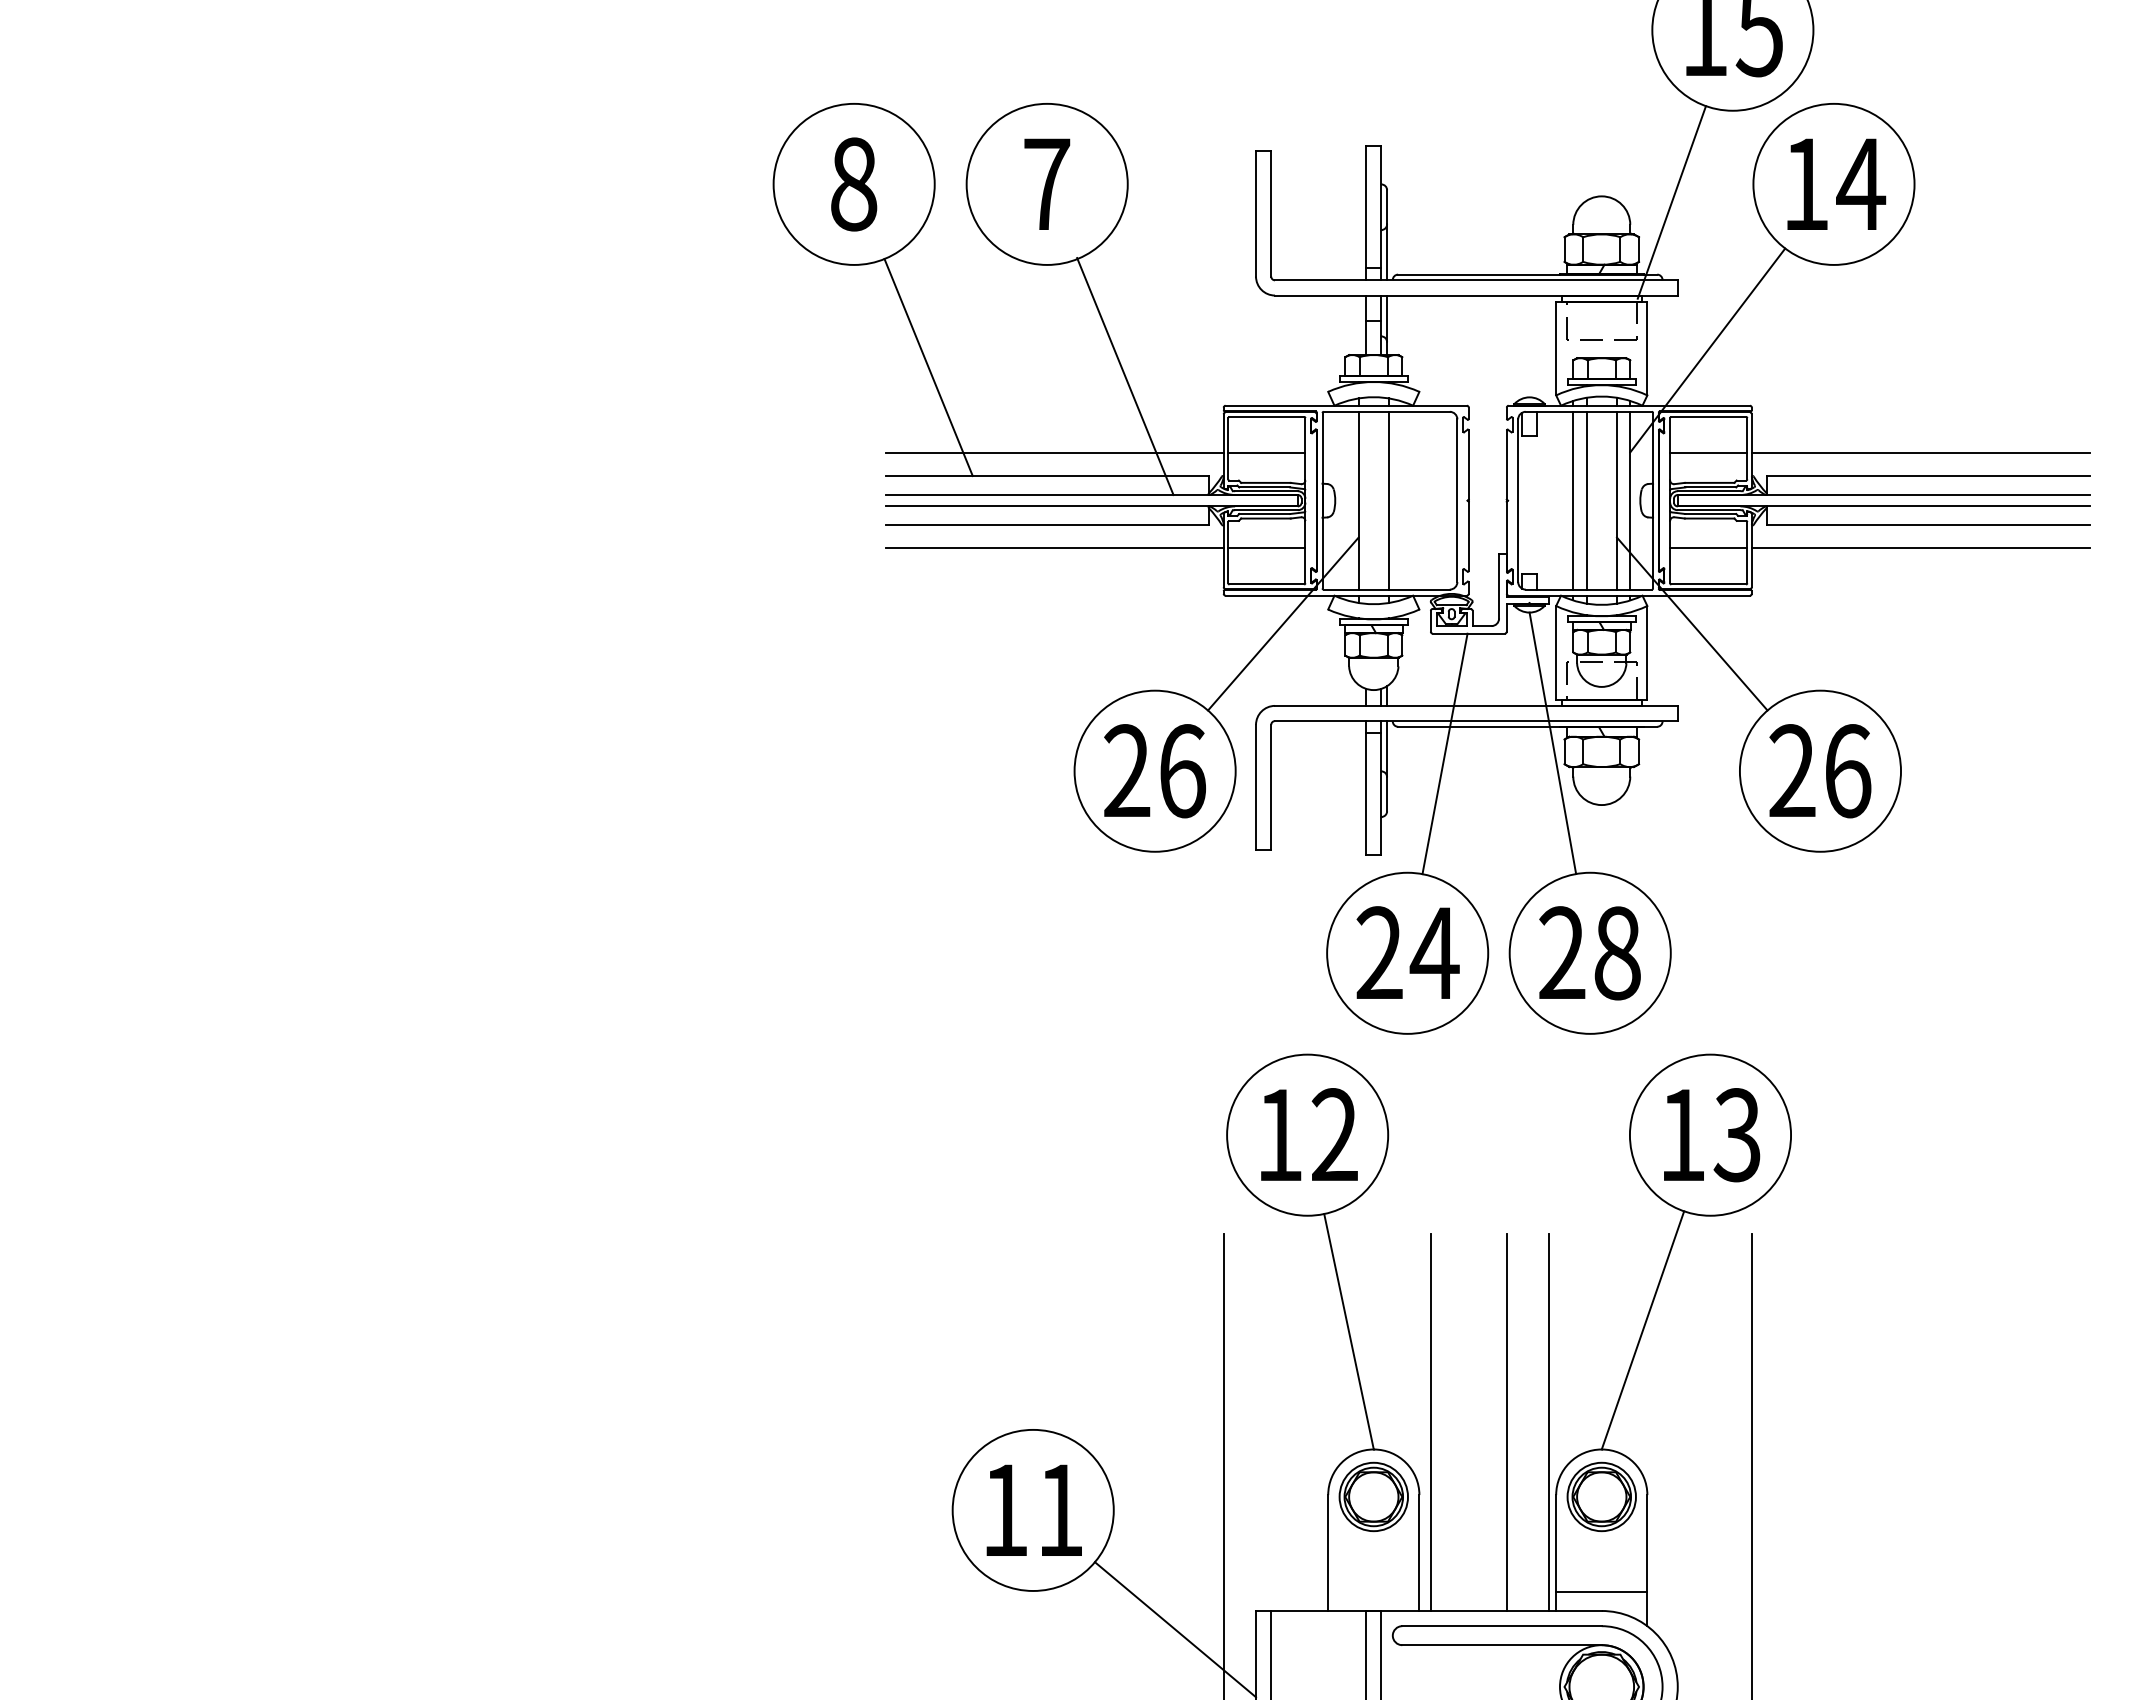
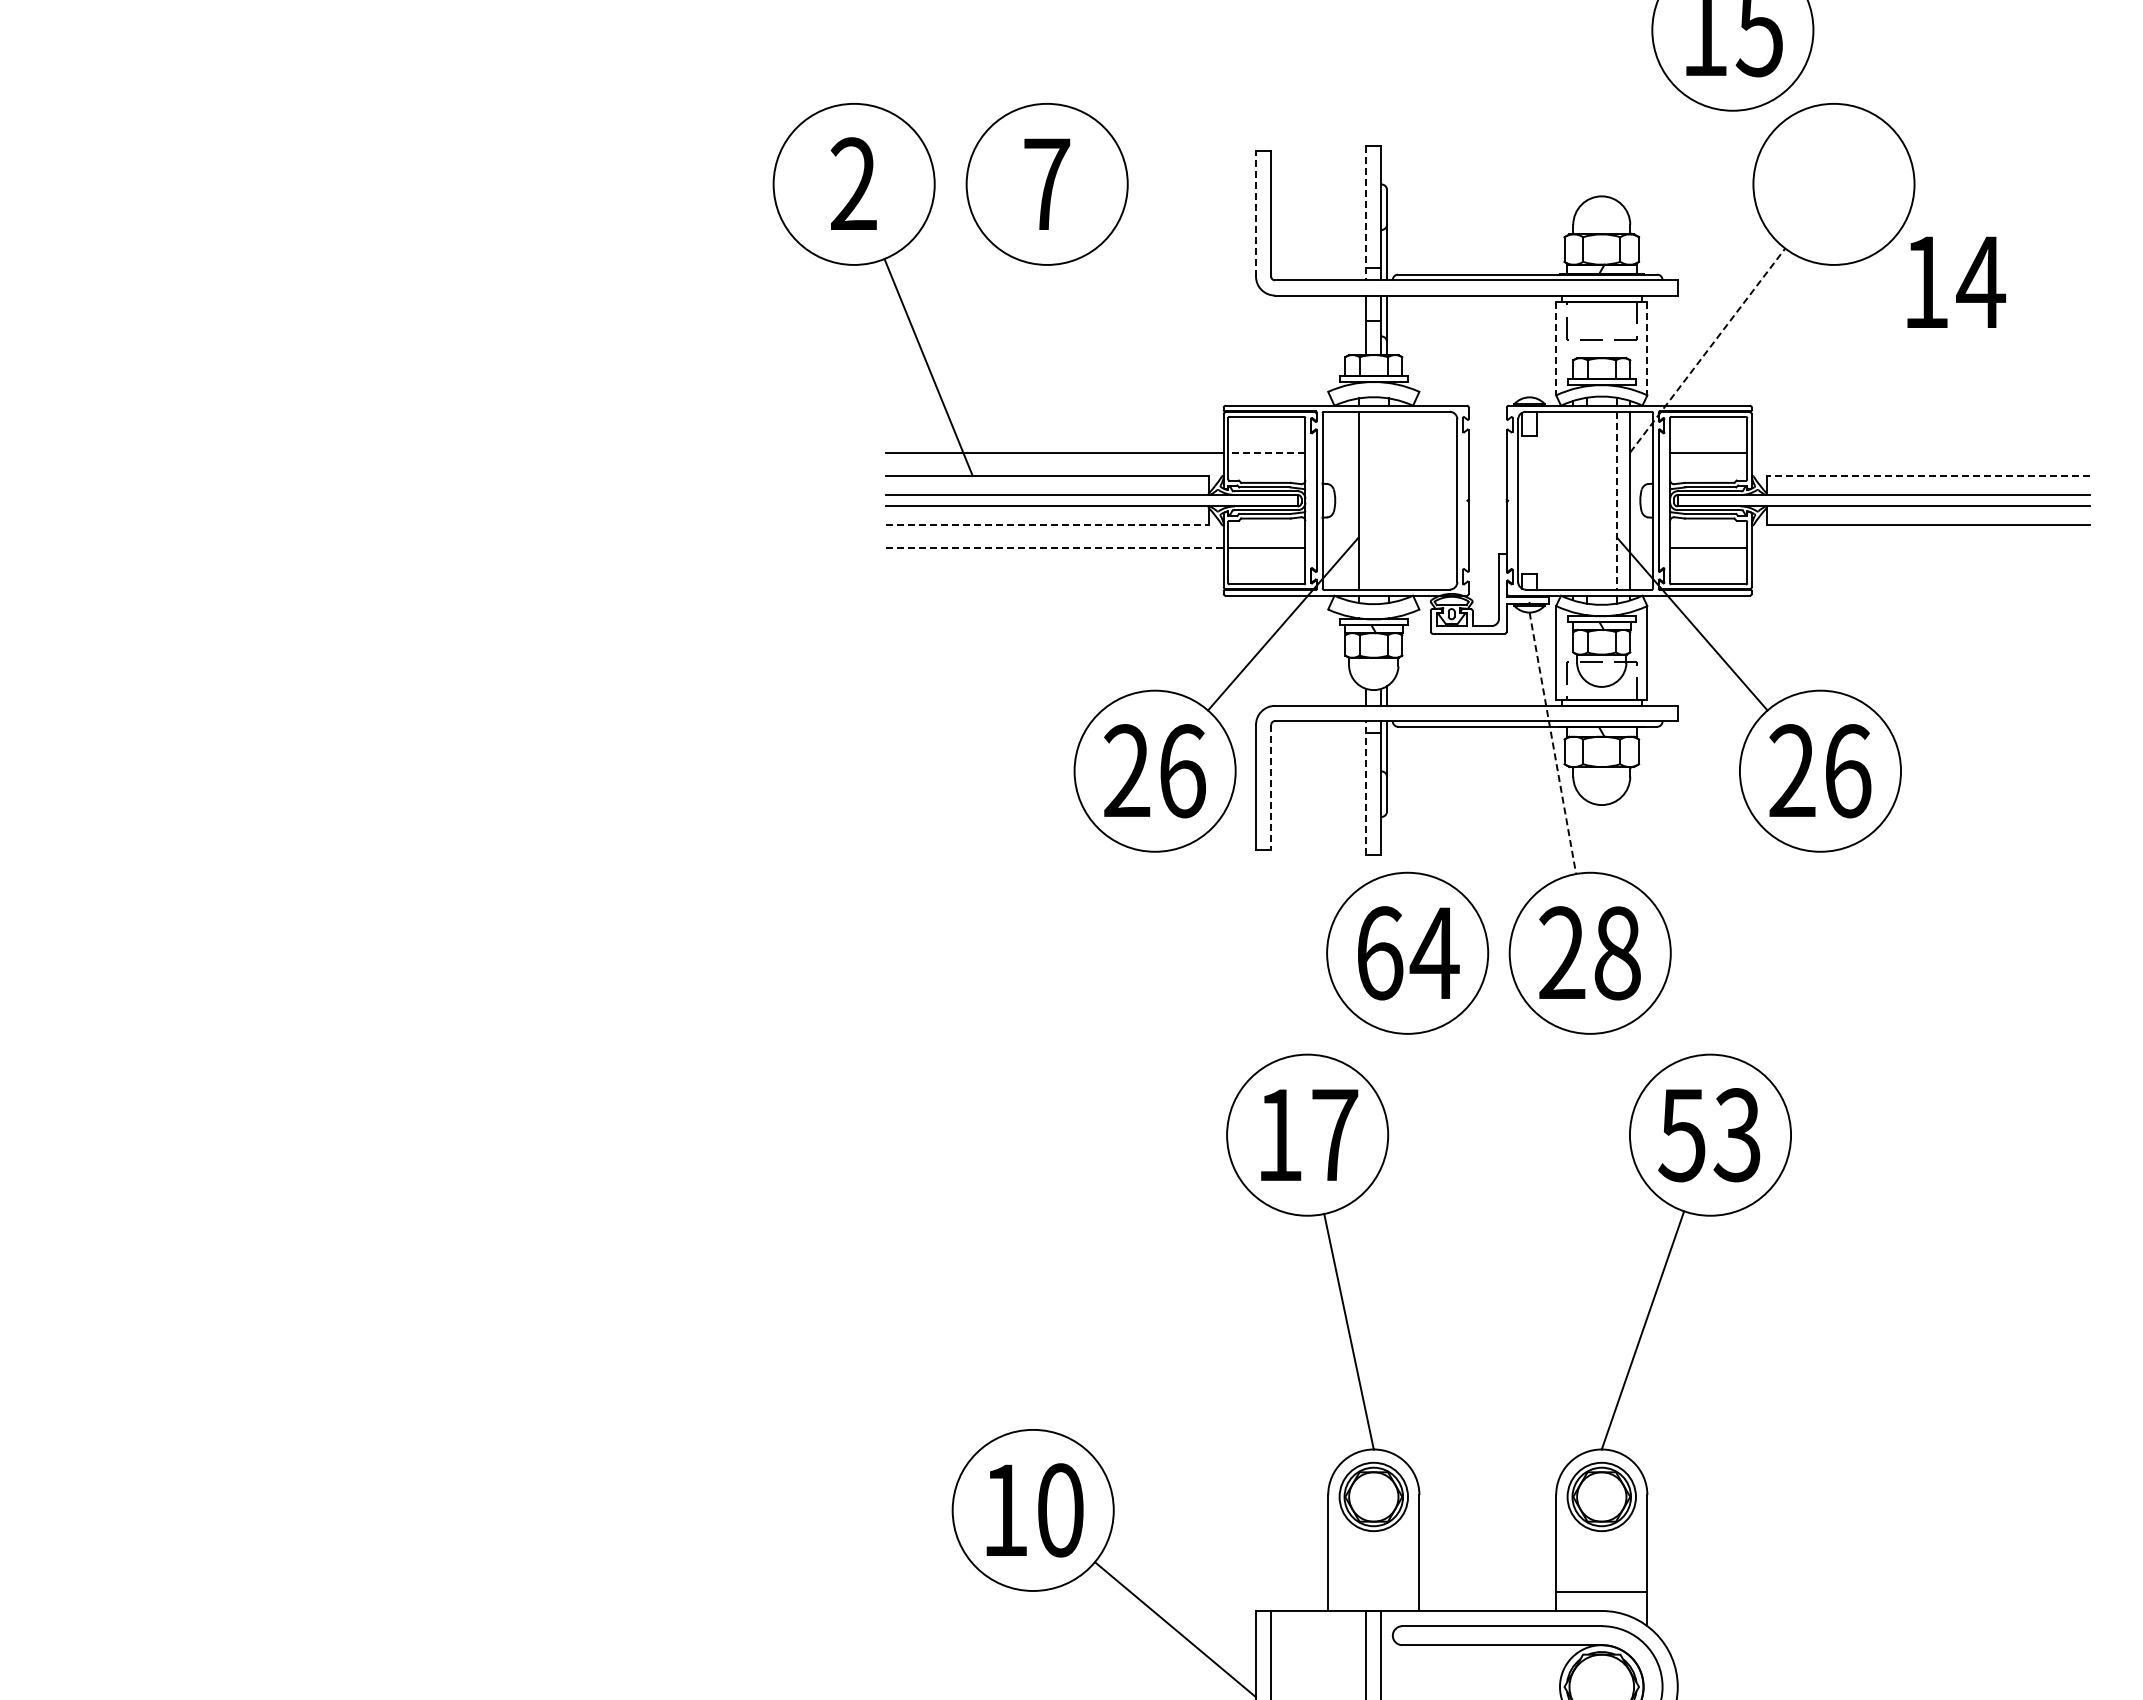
text at (1836, 183) position: (1836, 183) -> (1956, 281)
text at (853, 184): 8 -> 2
line at (1671, 202): present -> none
line at (1256, 213): solid -> dashed
line at (1366, 213): solid -> dashed
line at (1556, 348): solid -> dashed
line at (1647, 348): solid -> dashed
line at (1708, 350): solid -> dashed
line at (1125, 376): present -> none
line at (1266, 453): solid -> dashed
line at (1920, 453): present -> none
line at (1928, 476): solid -> dashed
line at (1389, 500): present -> none
line at (1573, 500): present -> none
line at (1586, 500): present -> none
line at (1616, 500): solid -> dashed
line at (1047, 525): solid -> dashed
line at (1055, 548): solid -> dashed
line at (1920, 548): present -> none
line at (1552, 743): solid -> dashed
line at (1444, 753): present -> none
line at (1271, 787): solid -> dashed
line at (1366, 788): solid -> dashed
text at (1379, 953): 24 -> 64
text at (1334, 1134): 12 -> 17
text at (1681, 1135): 13 -> 53
line at (1430, 1422): present -> none
line at (1506, 1422): present -> none
line at (1548, 1422): present -> none
line at (1223, 1465): present -> none
line at (1751, 1465): present -> none
text at (1060, 1510): 11 -> 10
